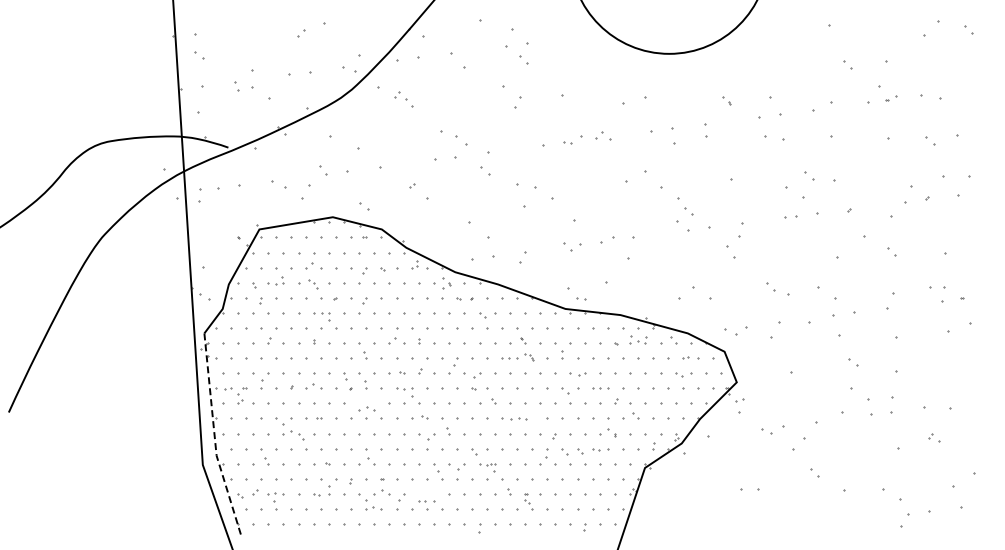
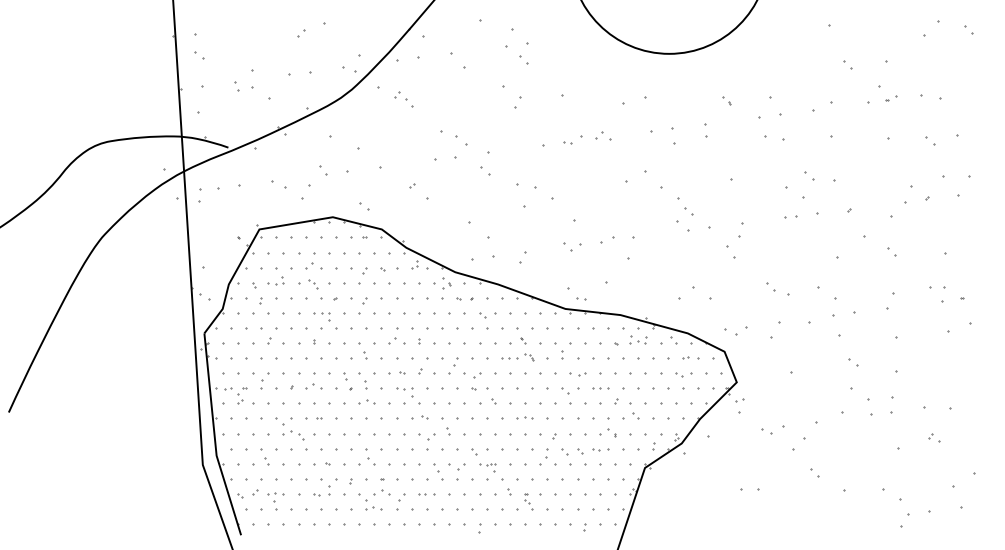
part at (366, 408) position: (366, 408) -> (366, 401)
part at (518, 418) position: (518, 418) -> (524, 417)
line at (214, 436): dashed -> solid
part at (426, 501) position: (426, 501) -> (426, 494)
